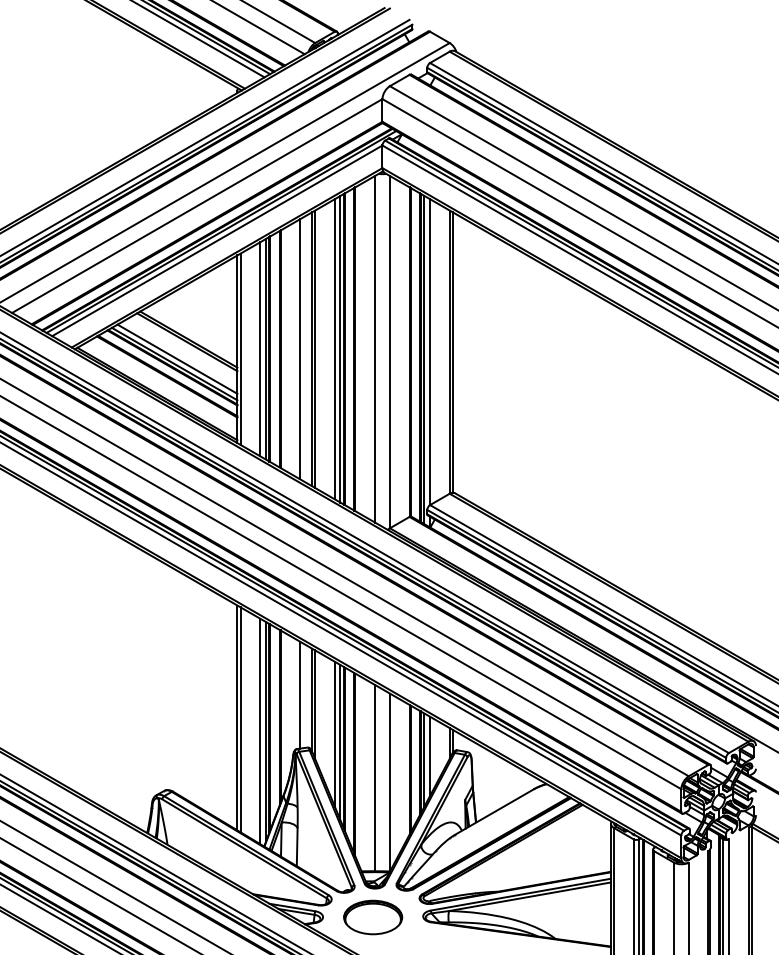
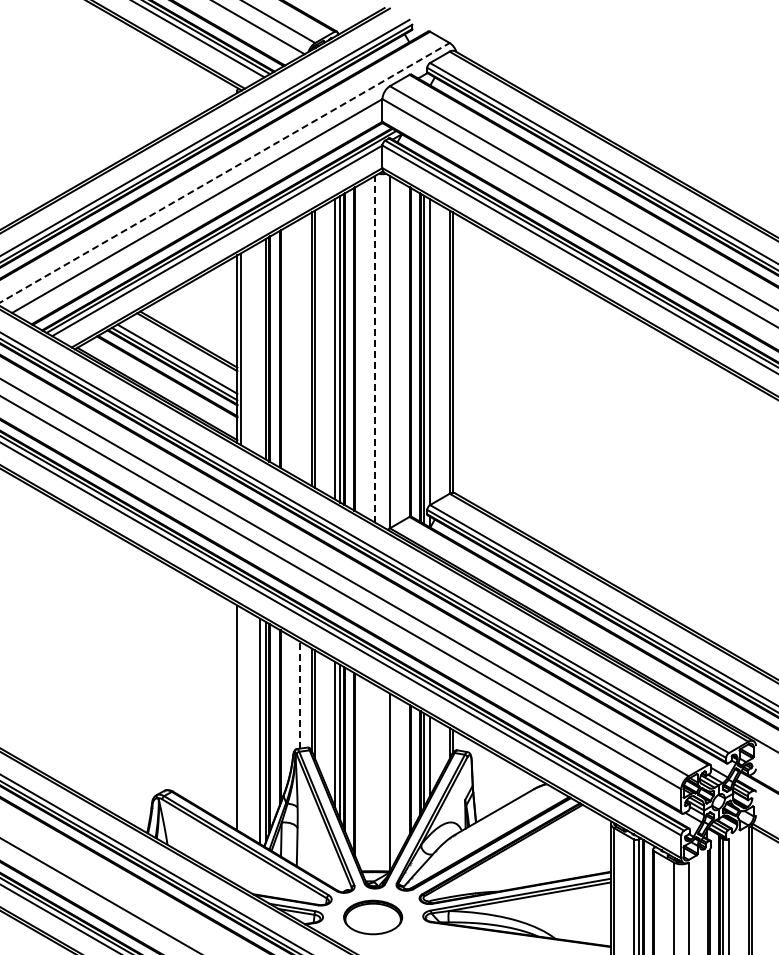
line at (225, 172): solid -> dashed
line at (374, 348): solid -> dashed
line at (260, 349): present -> none
line at (300, 349): present -> none
line at (300, 694): solid -> dashed
line at (240, 719): present -> none
line at (374, 777): present -> none
line at (114, 886): present -> none
